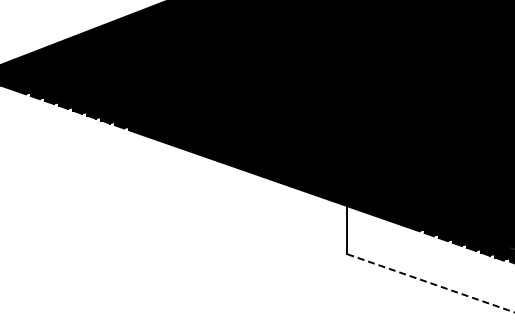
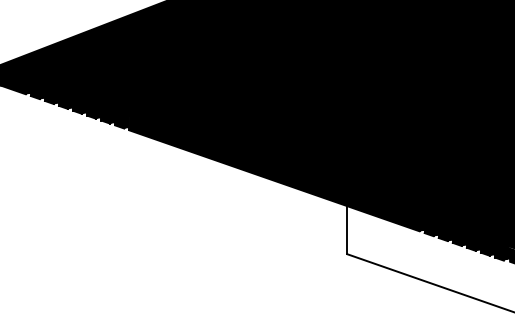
line at (431, 283): dashed -> solid
